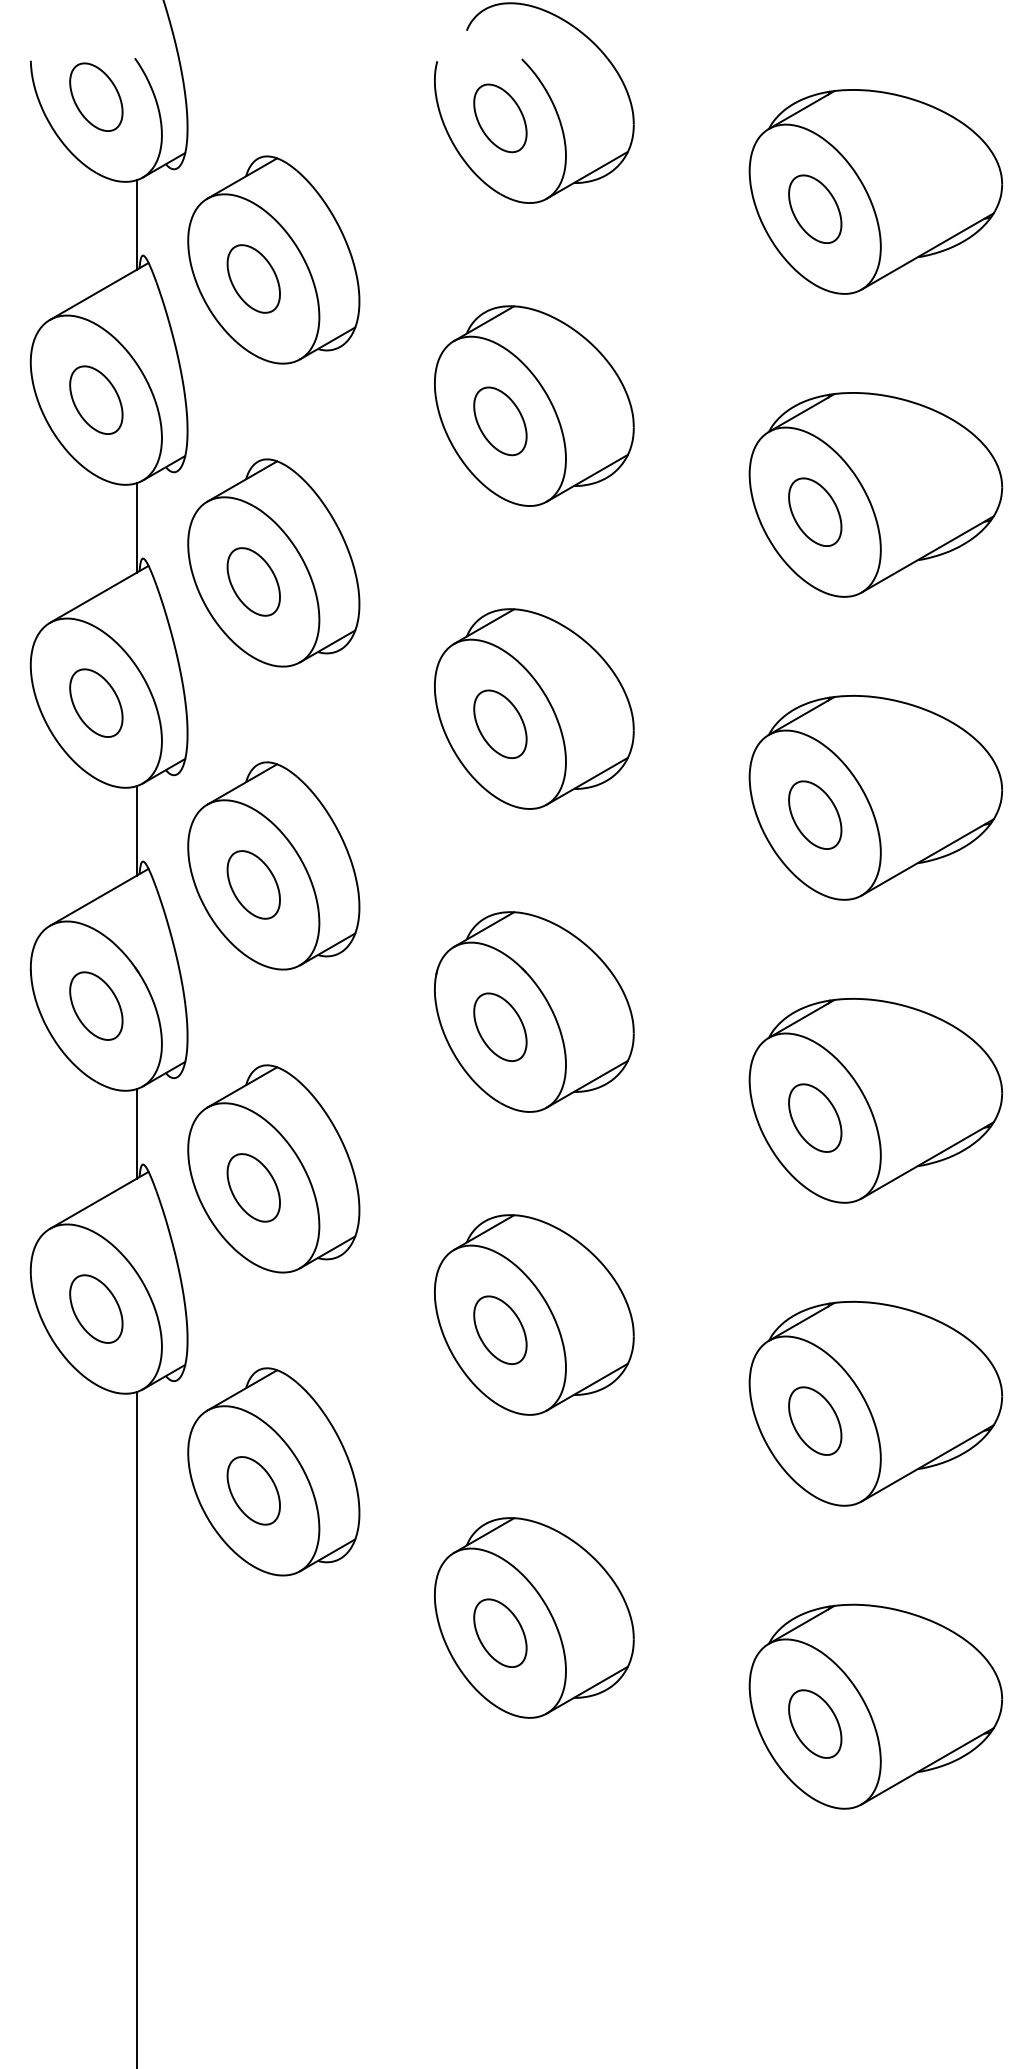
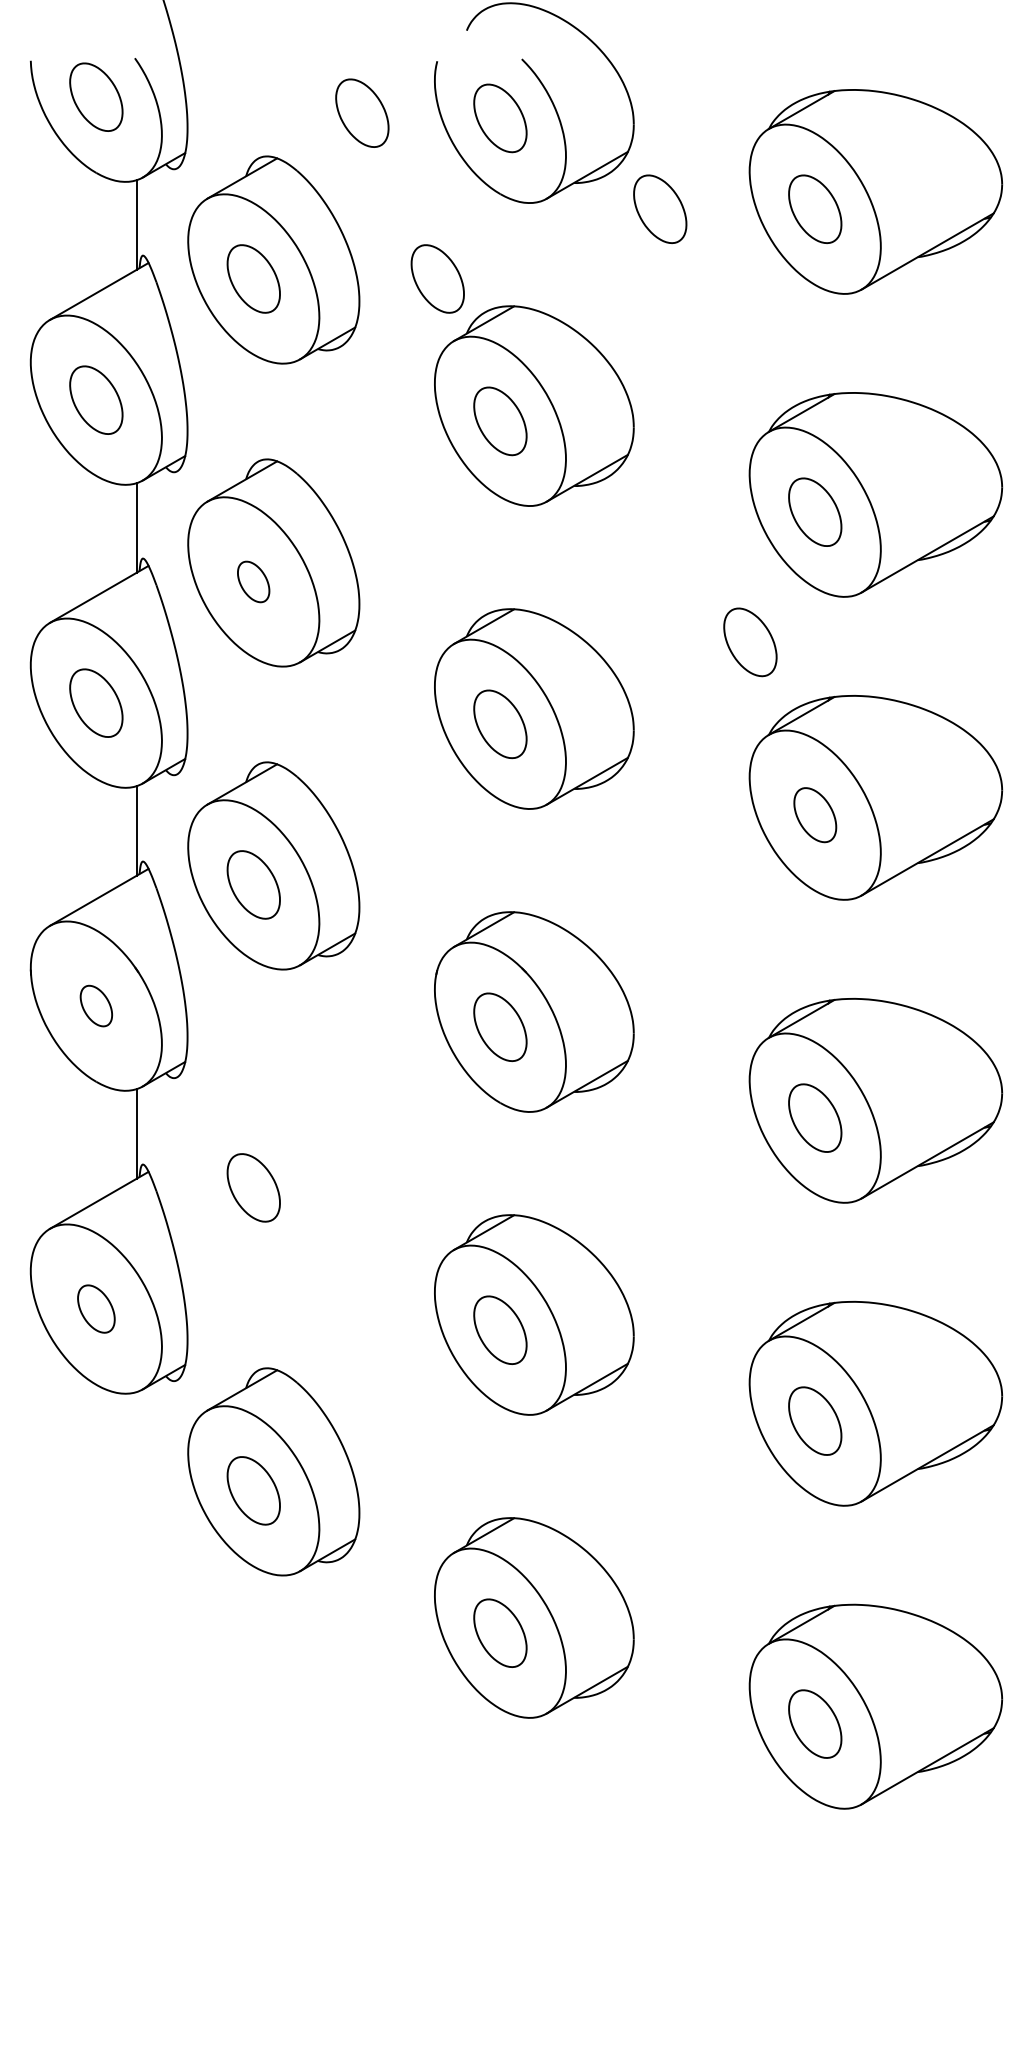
part at (362, 112): none -> present
part at (660, 208): none -> present
part at (437, 278): none -> present
part at (253, 581) size: 55x70 px -> 34x44 px
part at (750, 642): none -> present
part at (815, 814) size: 55x70 px -> 45x57 px
part at (96, 1005) size: 55x70 px -> 34x44 px
part at (273, 1168): present -> none
part at (96, 1308) size: 55x70 px -> 39x50 px
line at (136, 1728): present -> none
